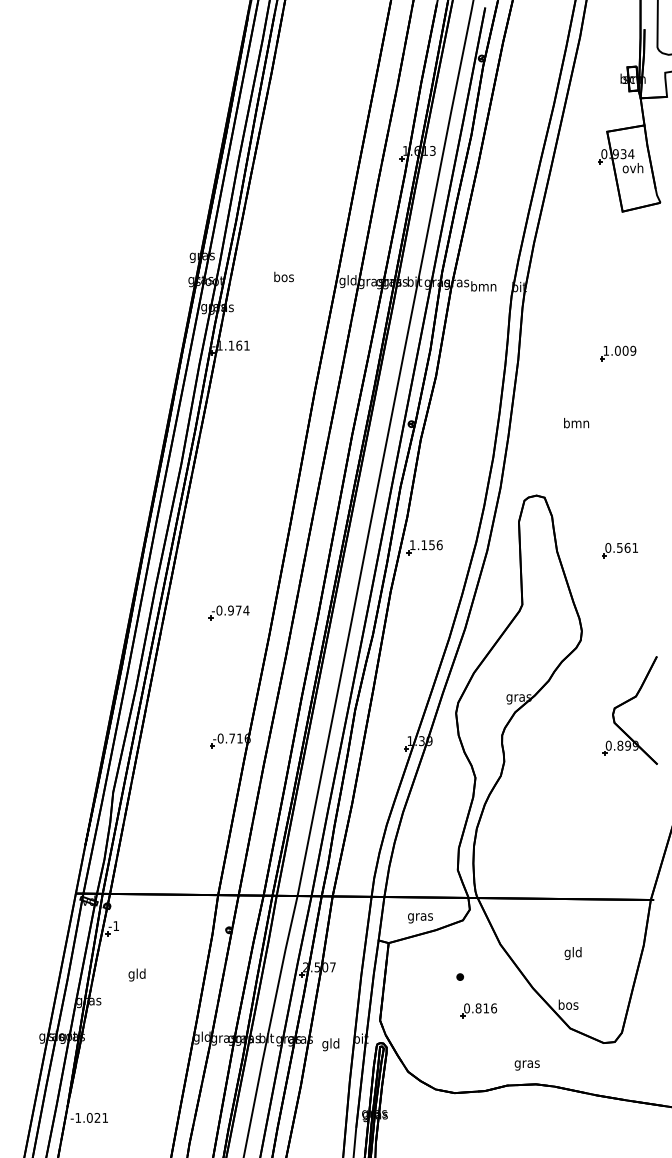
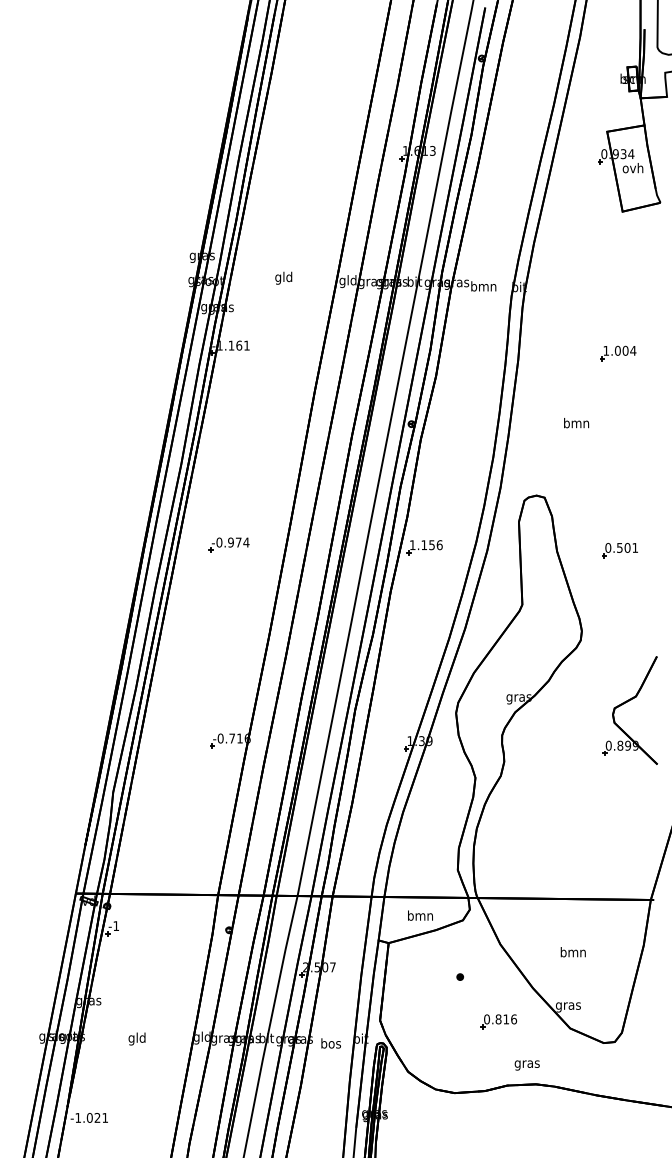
text at (283, 277): bos -> gld
text at (633, 350): 1.009 -> 1.004
text at (627, 547): 0.561 -> 0.501
part at (228, 612) position: (228, 612) -> (228, 544)
text at (420, 916): gras -> bmn
text at (572, 953): gld -> bmn
text at (136, 974) position: (136, 974) -> (136, 1038)
text at (568, 1005): bos -> gras
part at (478, 1010) position: (478, 1010) -> (498, 1021)
text at (330, 1044): gld -> bos
